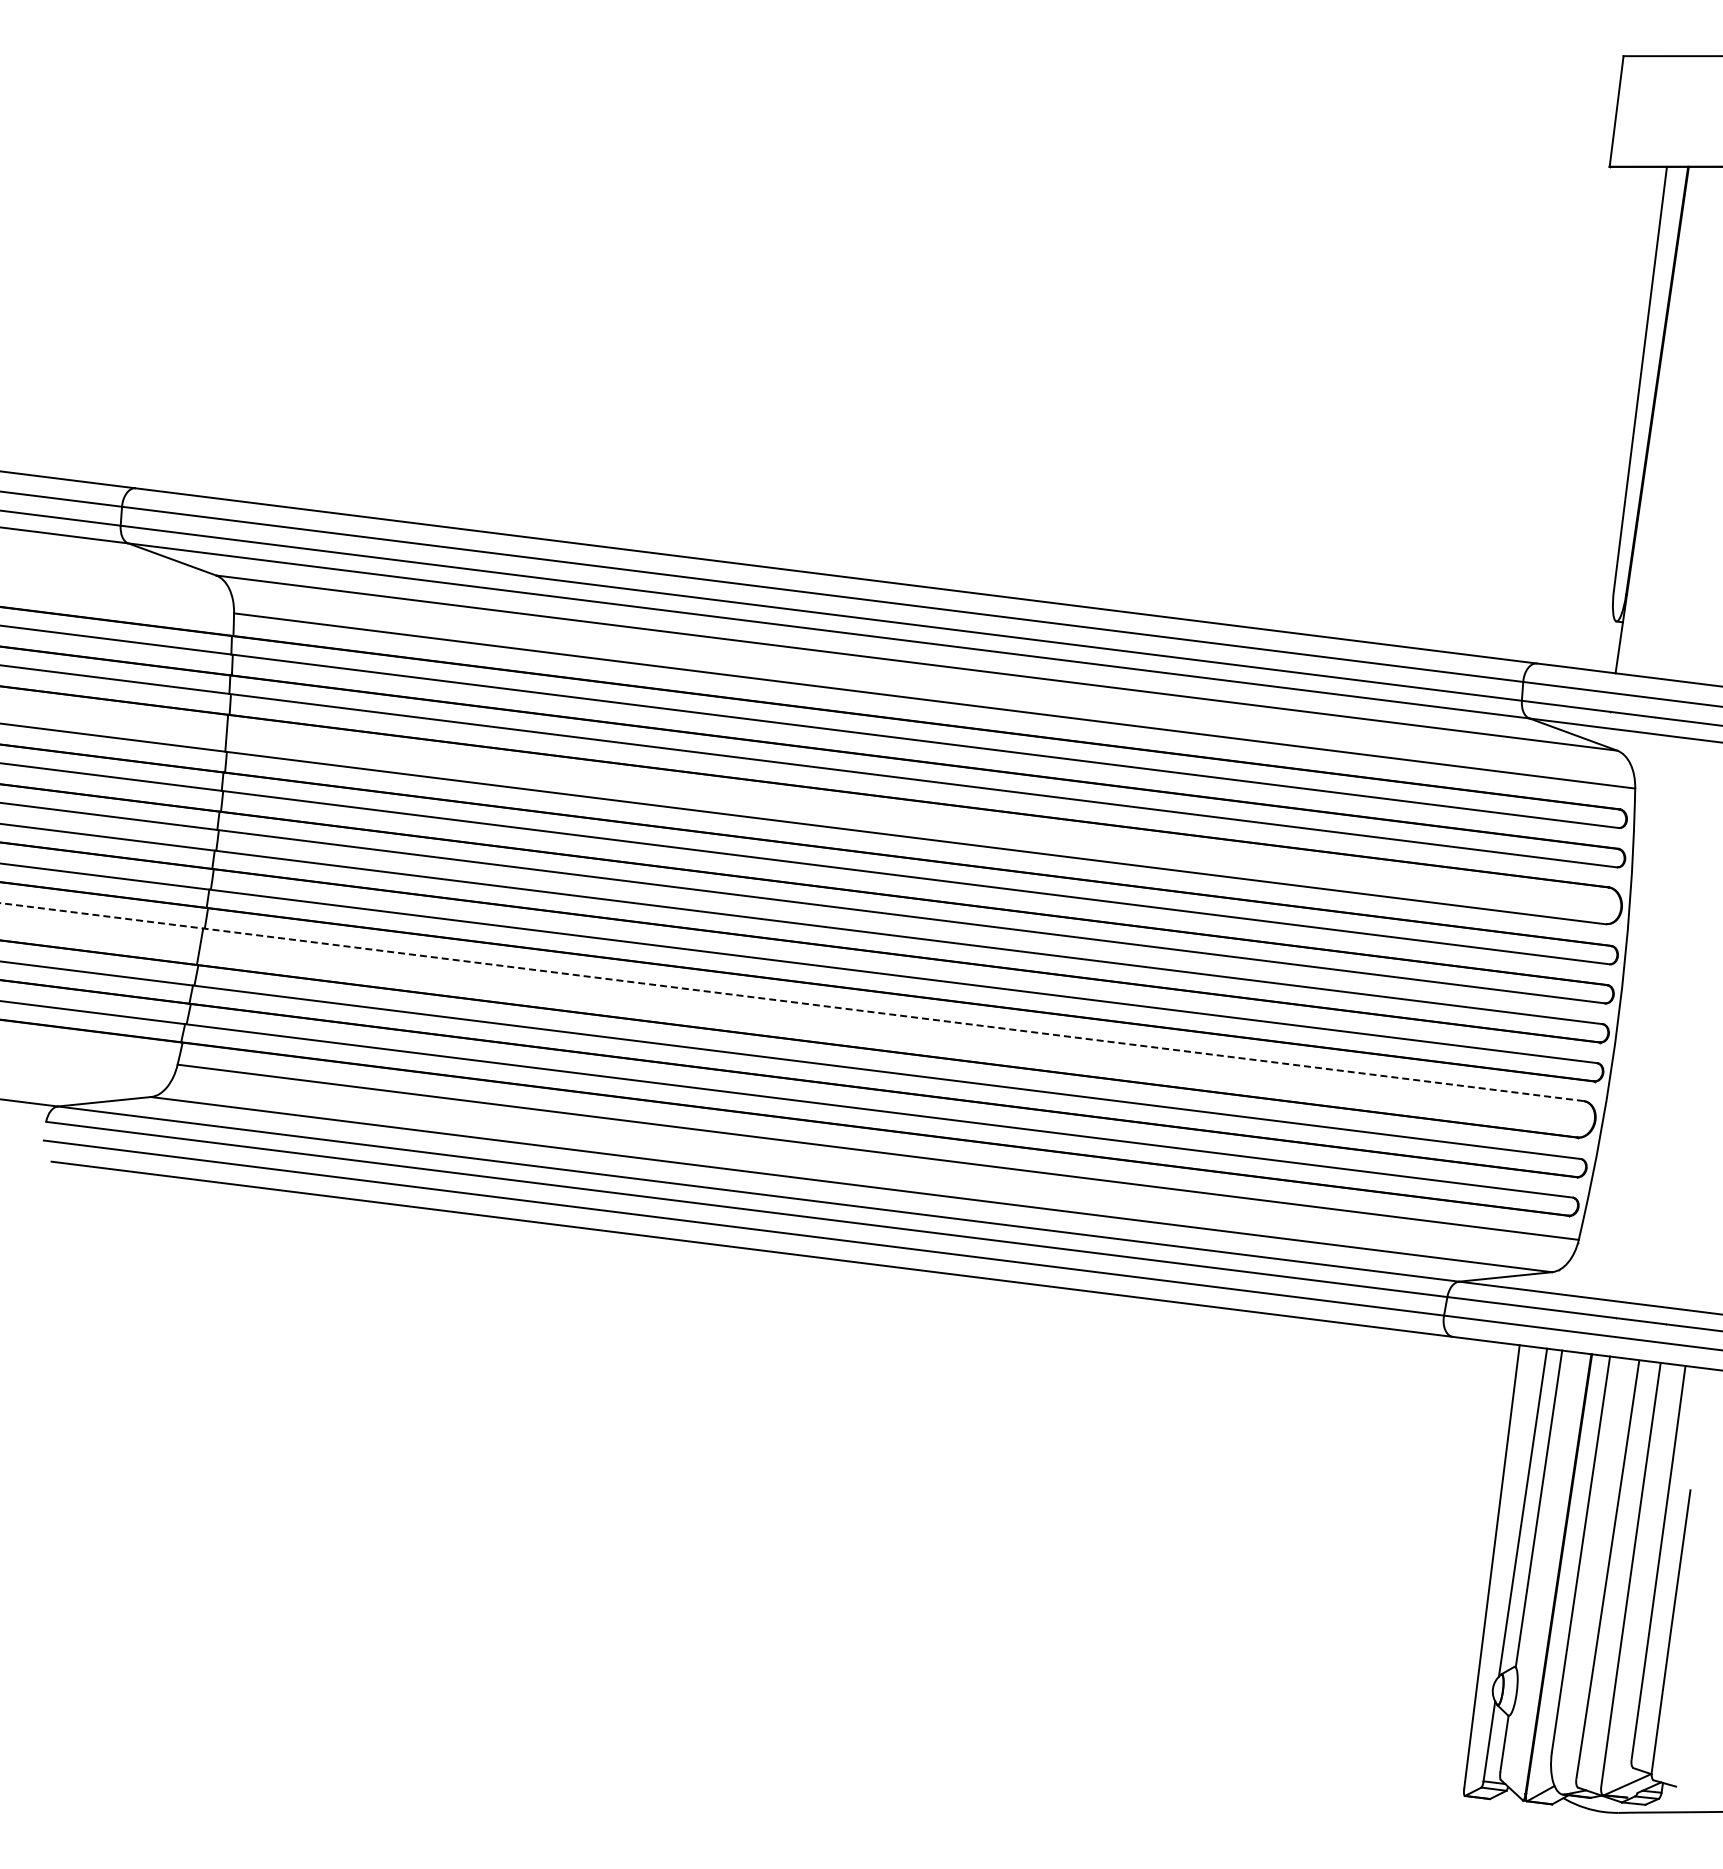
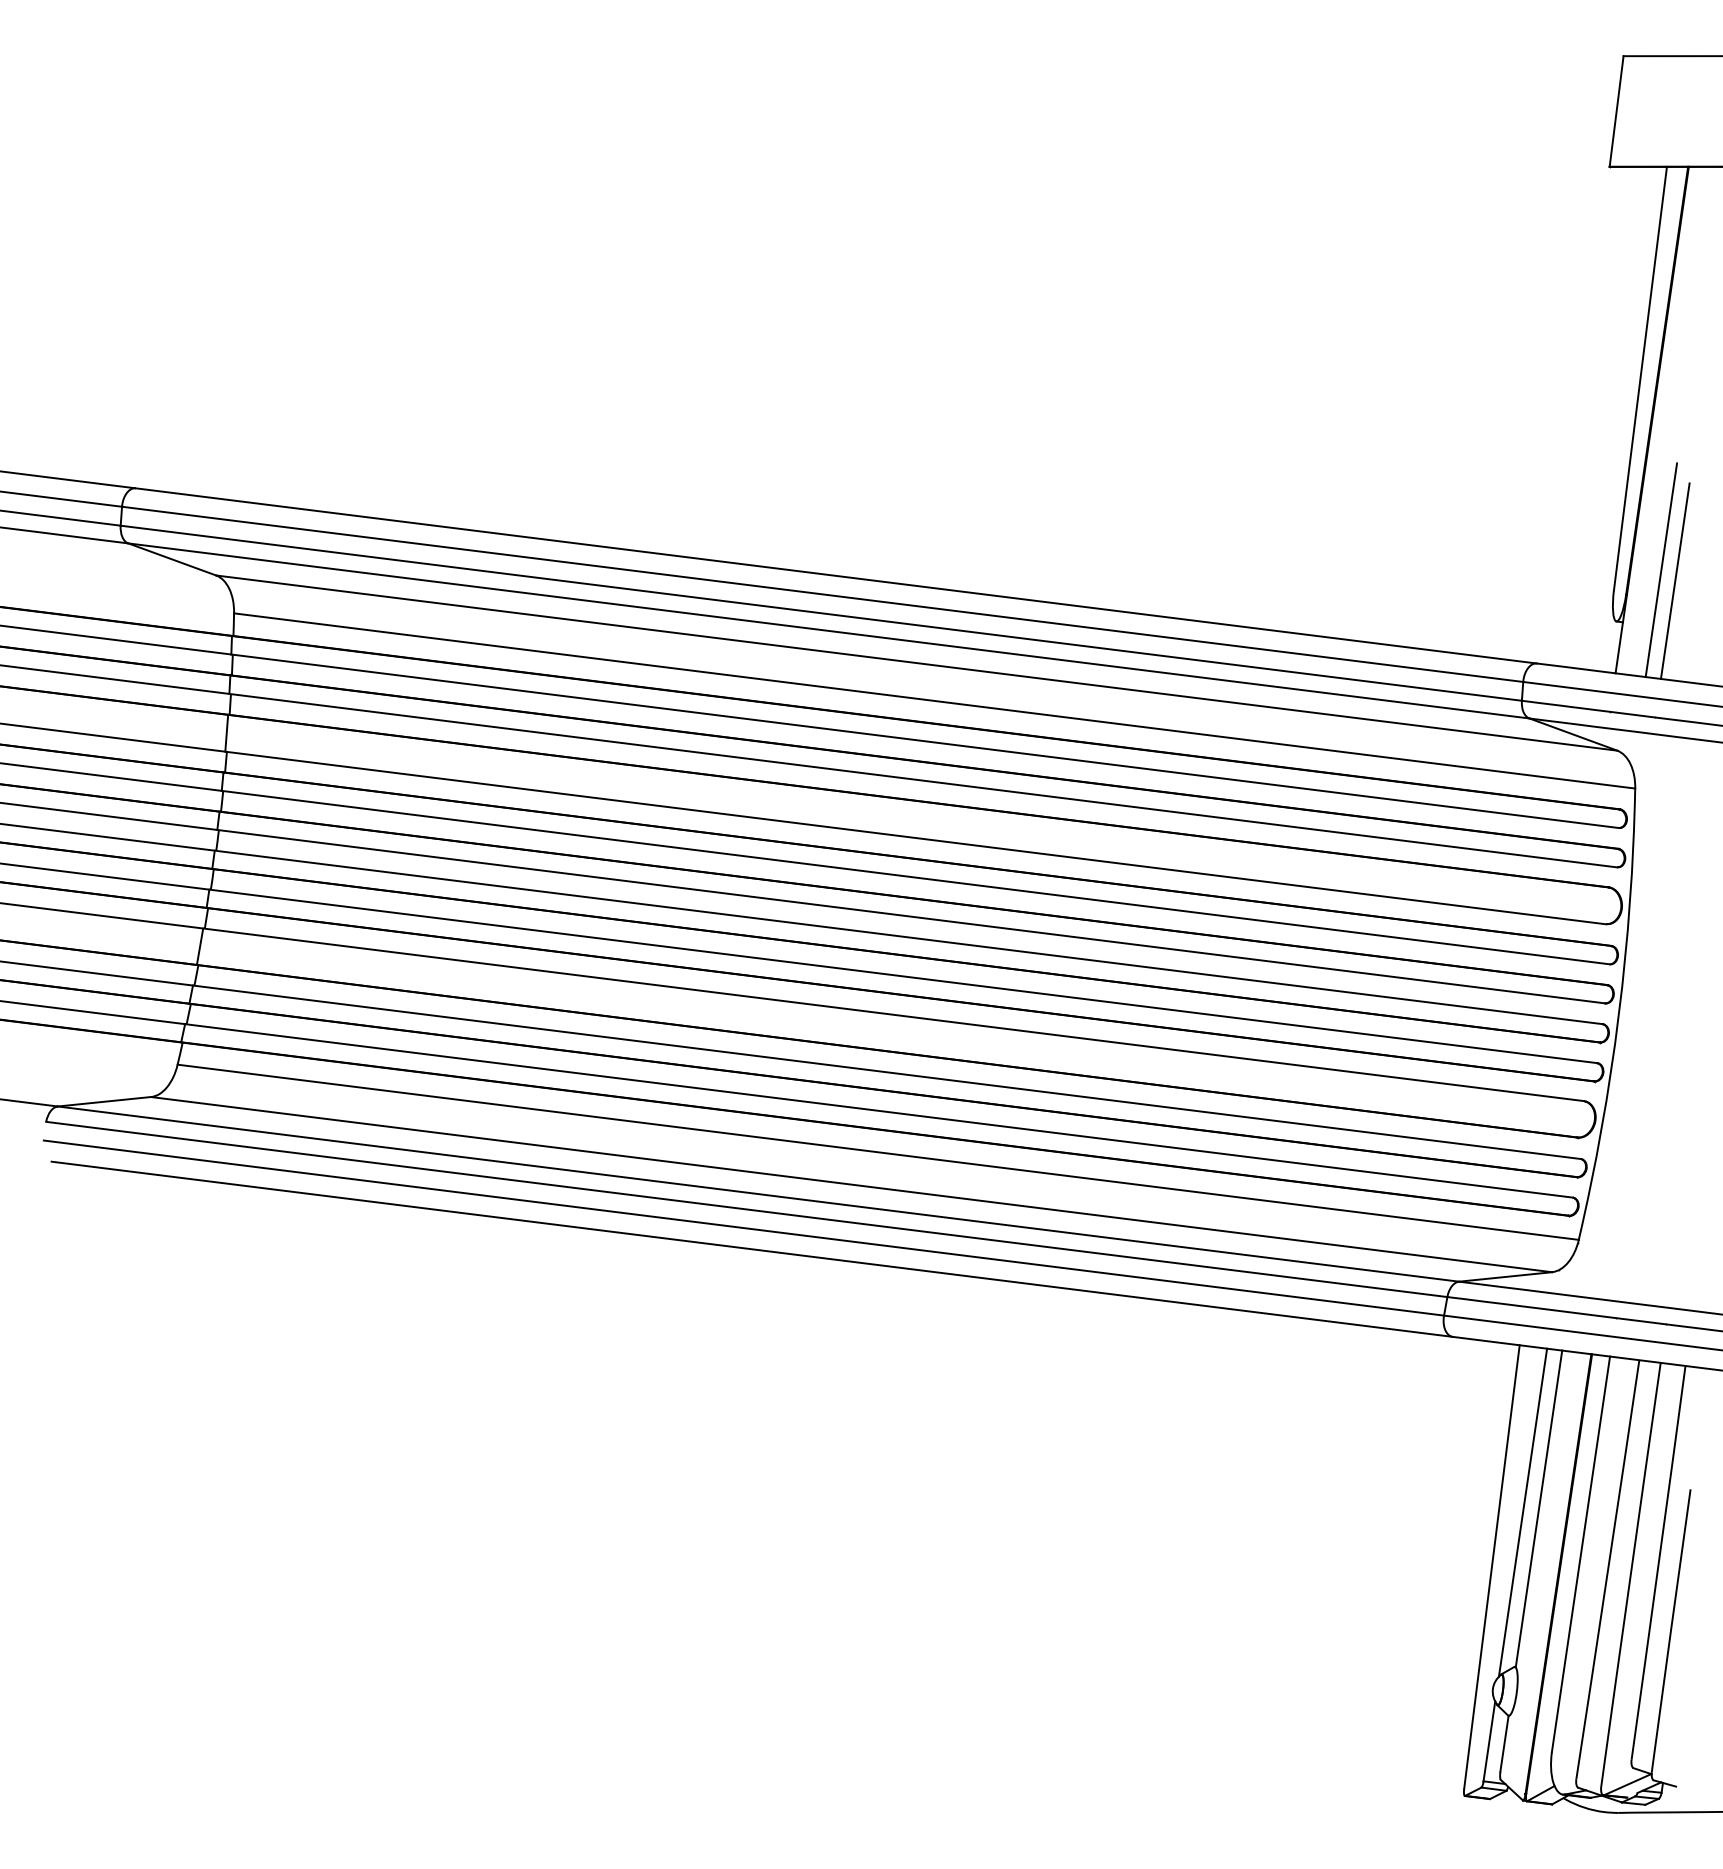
line at (1661, 570): none -> present
line at (1674, 581): none -> present
line at (792, 1002): dashed -> solid
